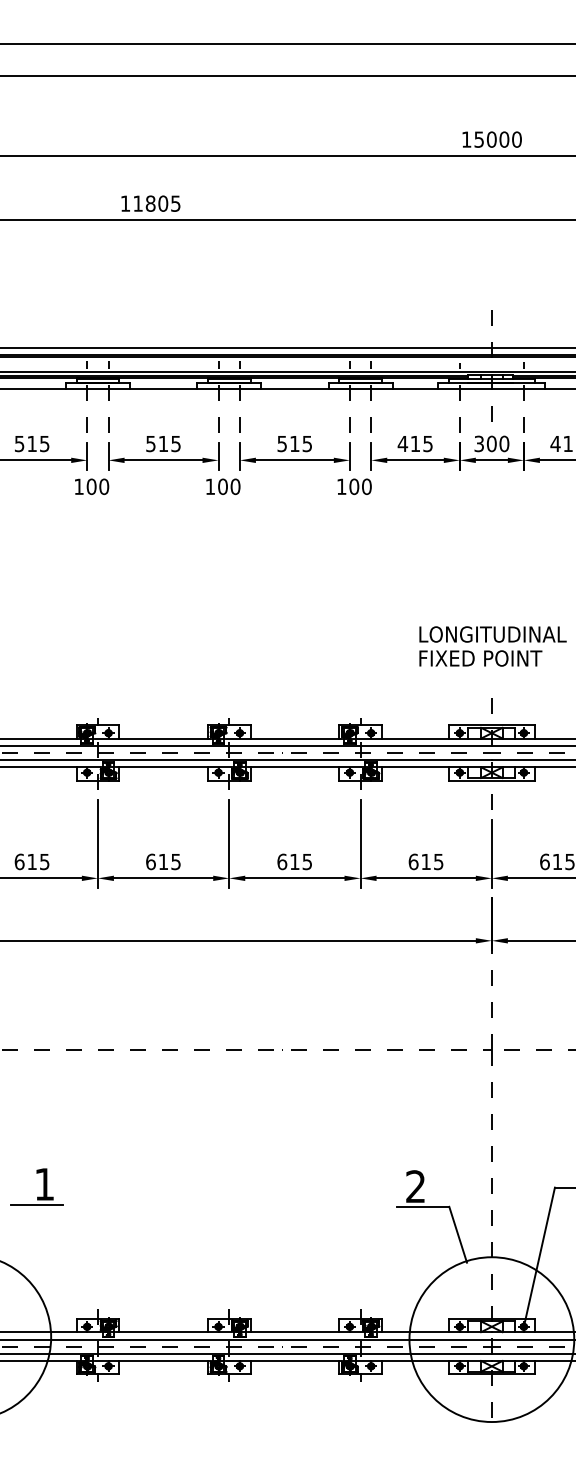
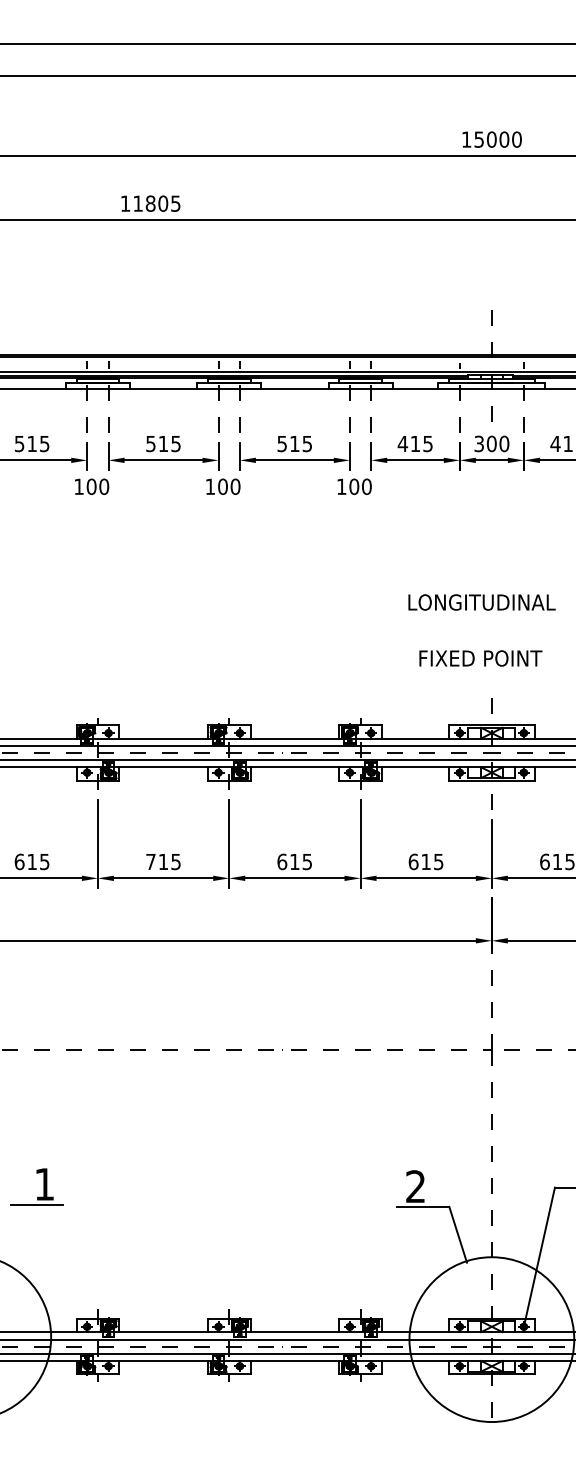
line at (287, 347): present -> none
text at (492, 634) position: (492, 634) -> (481, 602)
text at (150, 861): 615 -> 715
